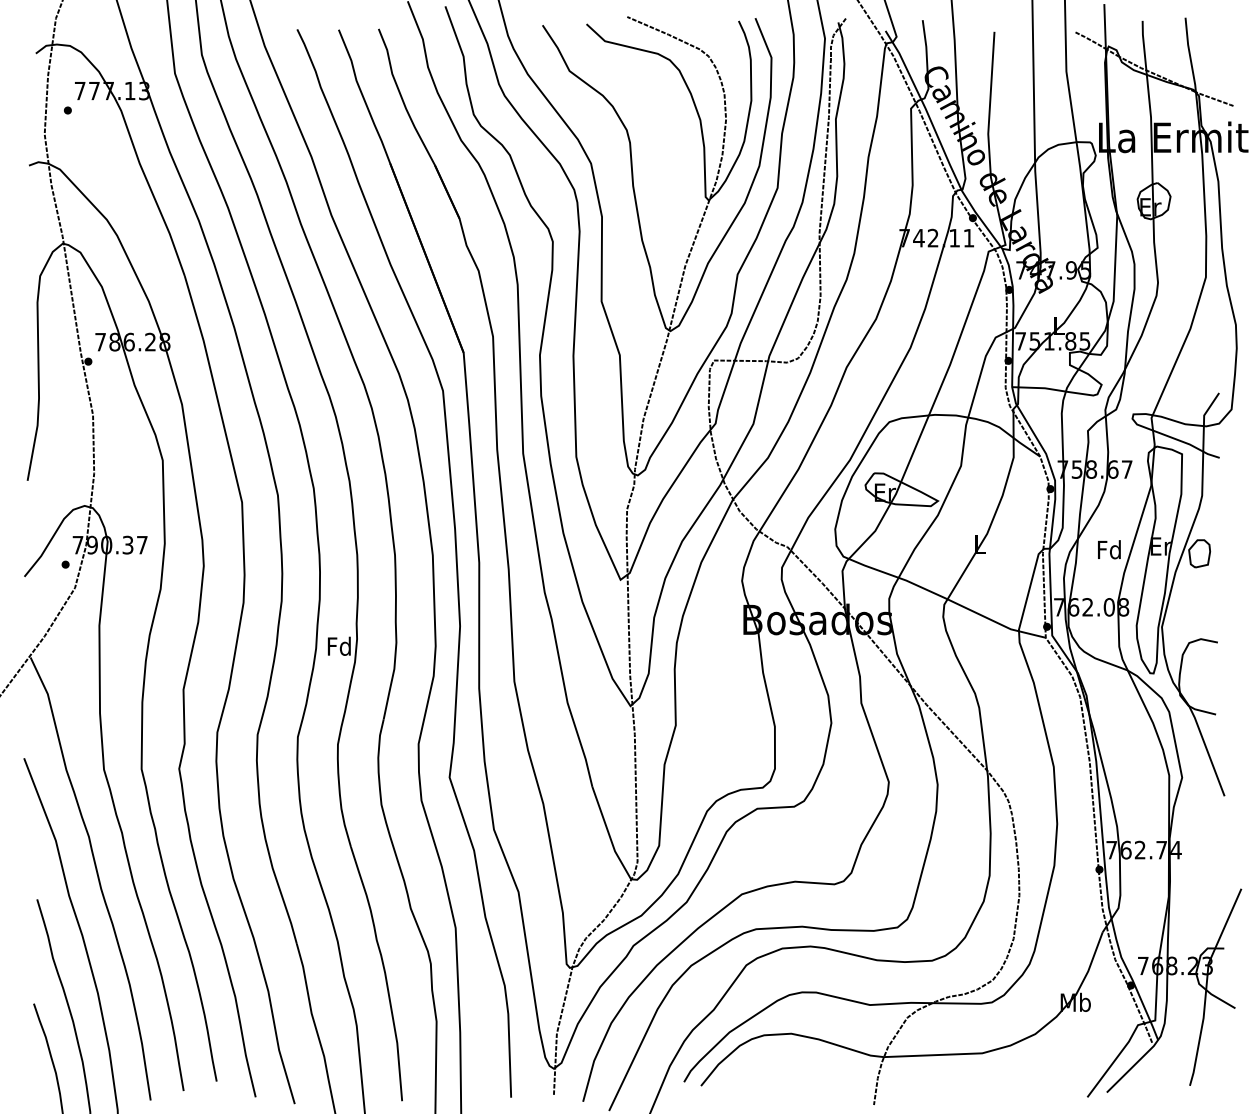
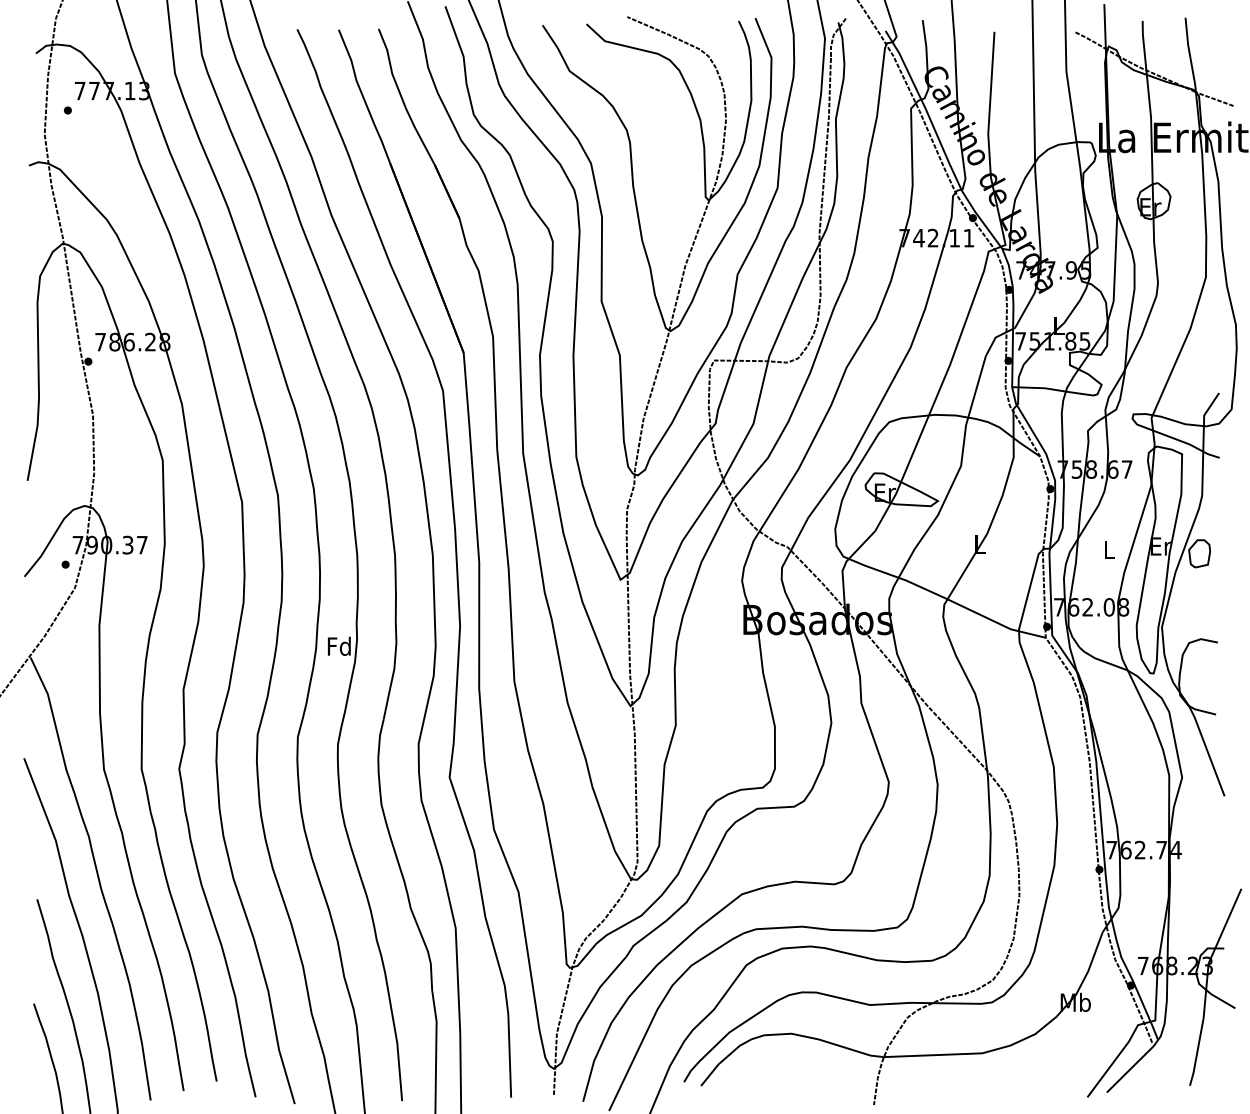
text at (1109, 549): Fd -> L
